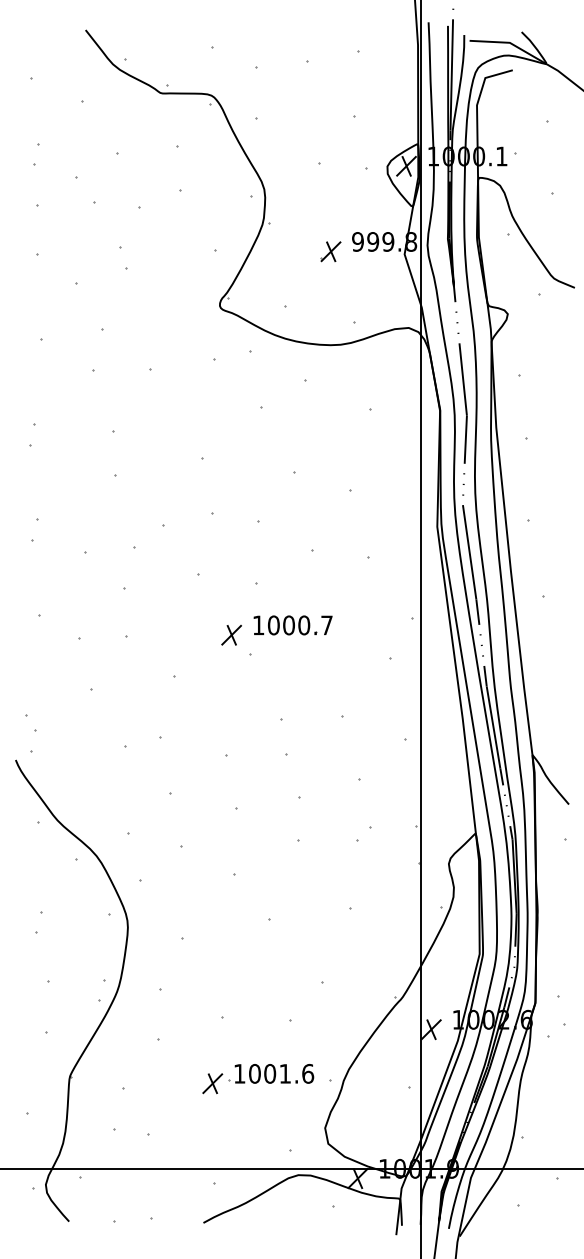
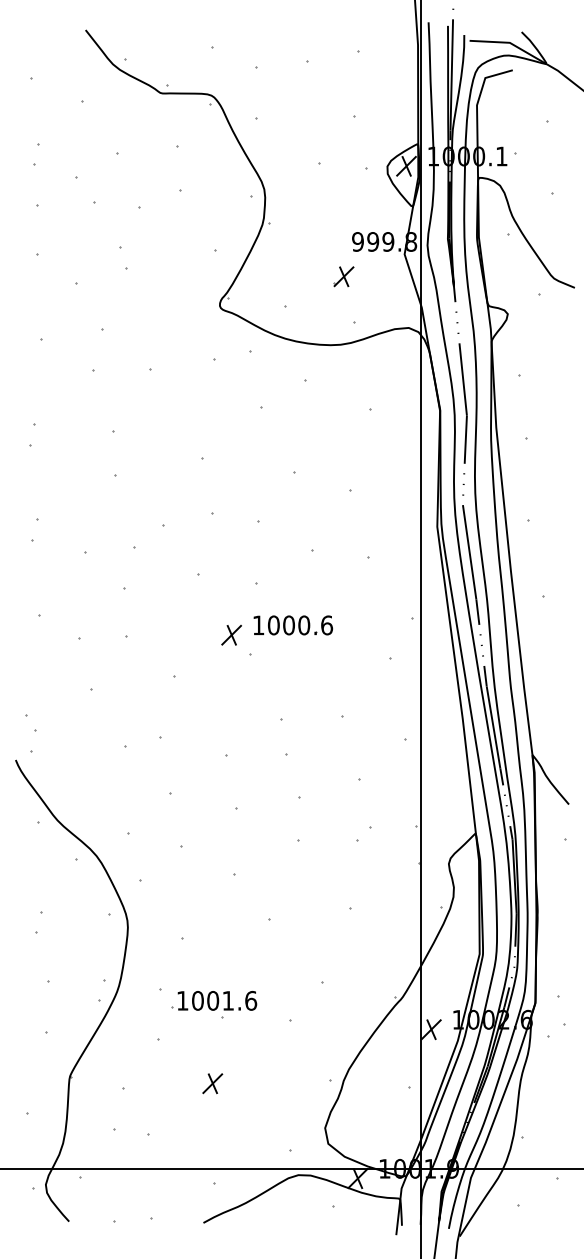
part at (330, 251) position: (330, 251) -> (343, 276)
text at (327, 625): 1000.7 -> 1000.6
part at (271, 1073) position: (271, 1073) -> (214, 1000)
